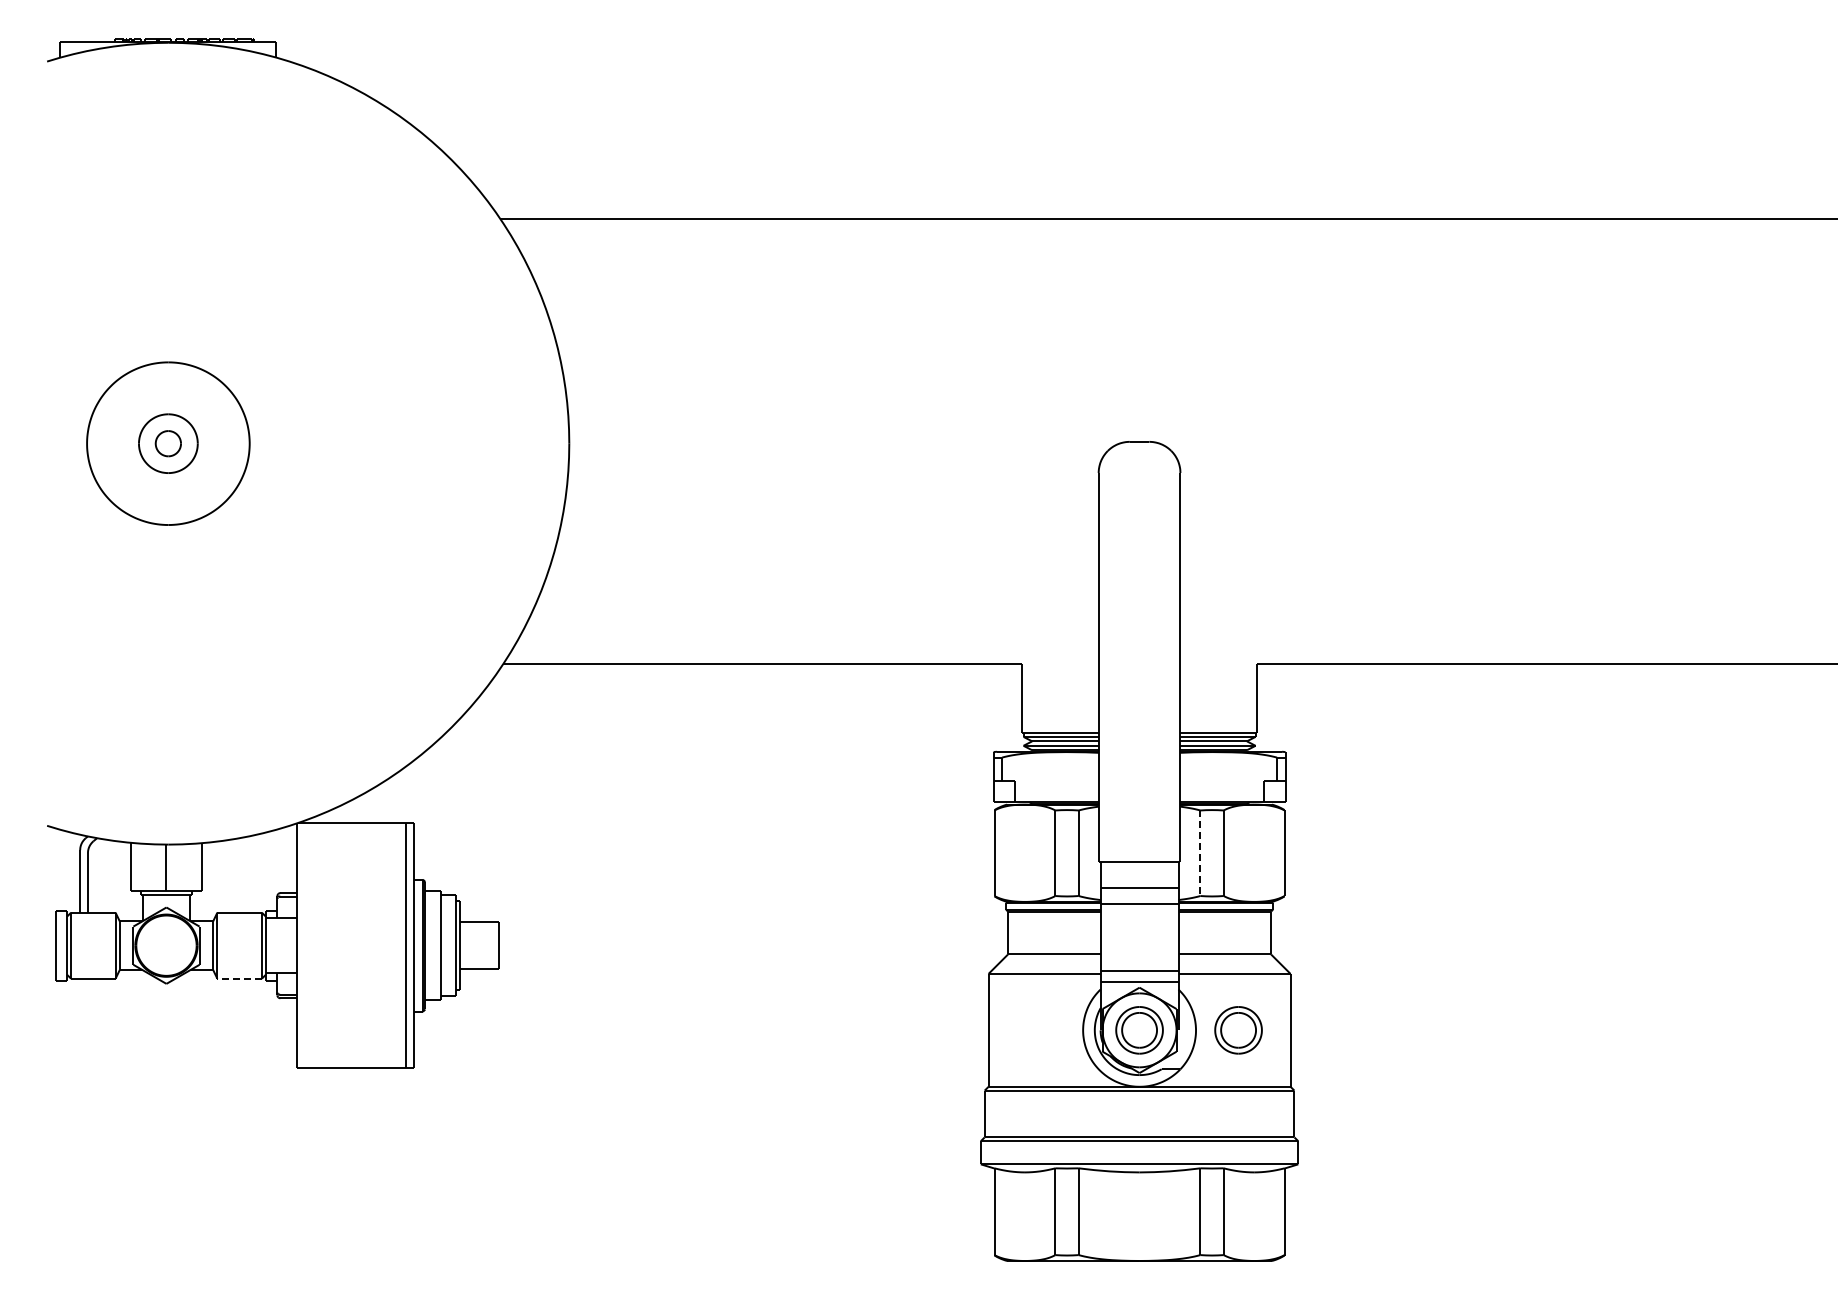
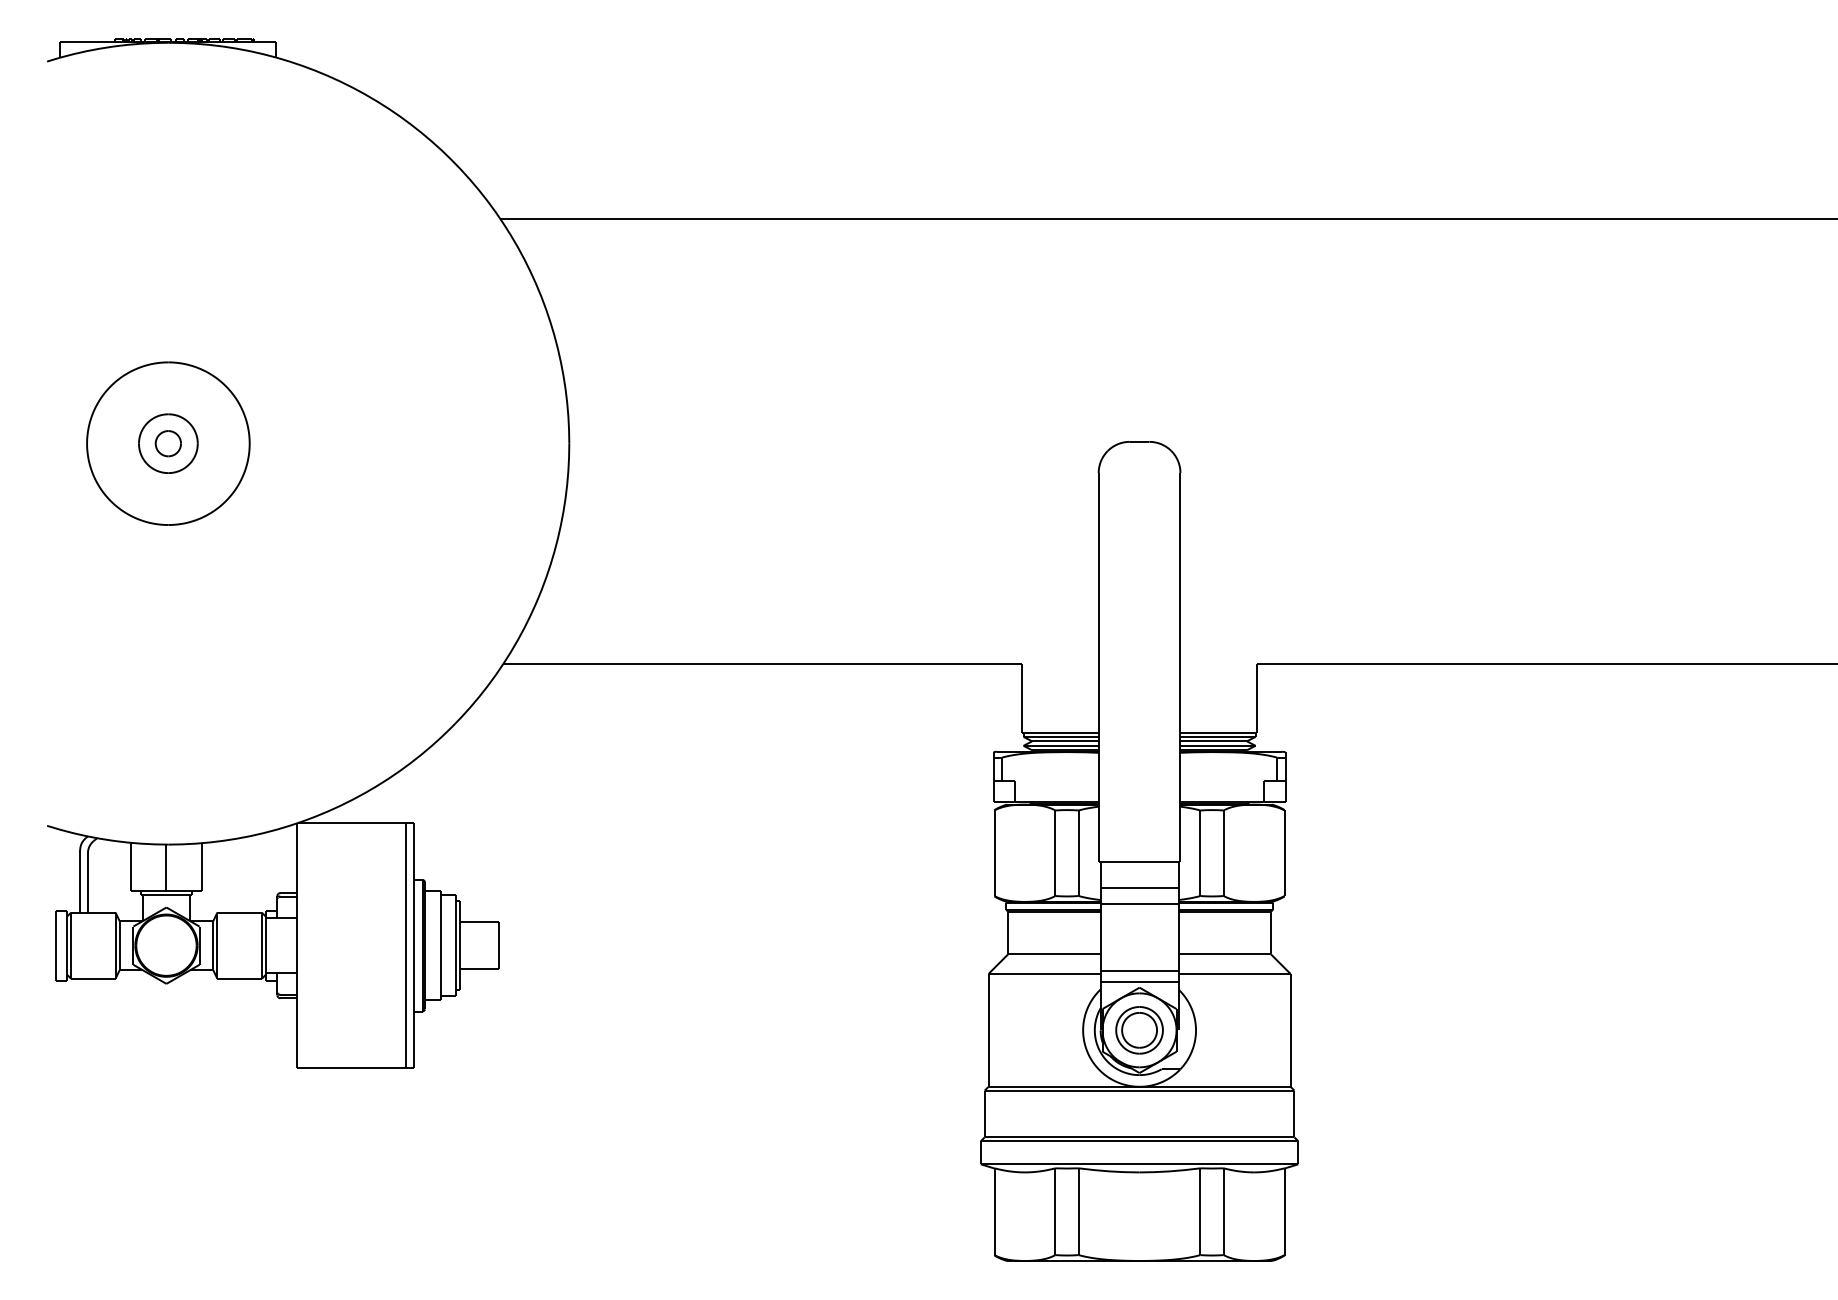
line at (1200, 853): dashed -> solid
line at (239, 978): dashed -> solid
part at (1238, 1030): present -> none
